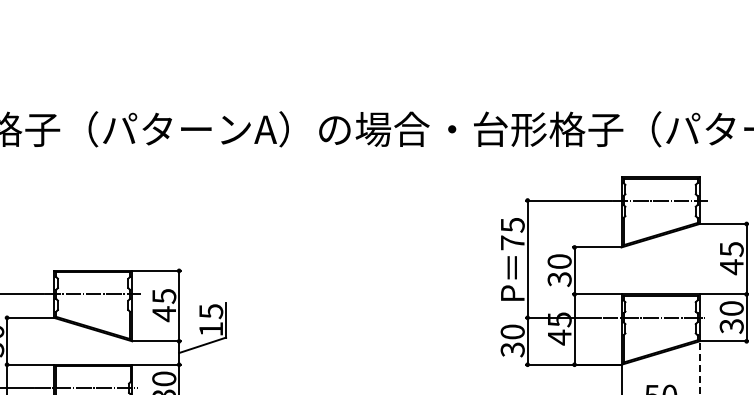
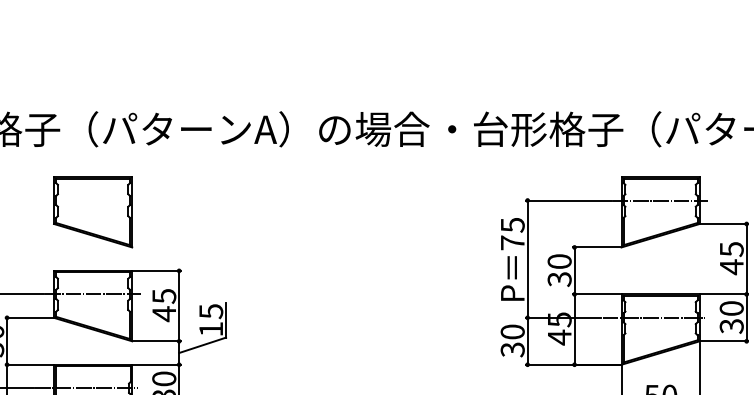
part at (93, 212): none -> present
line at (699, 368): dashed -> solid
